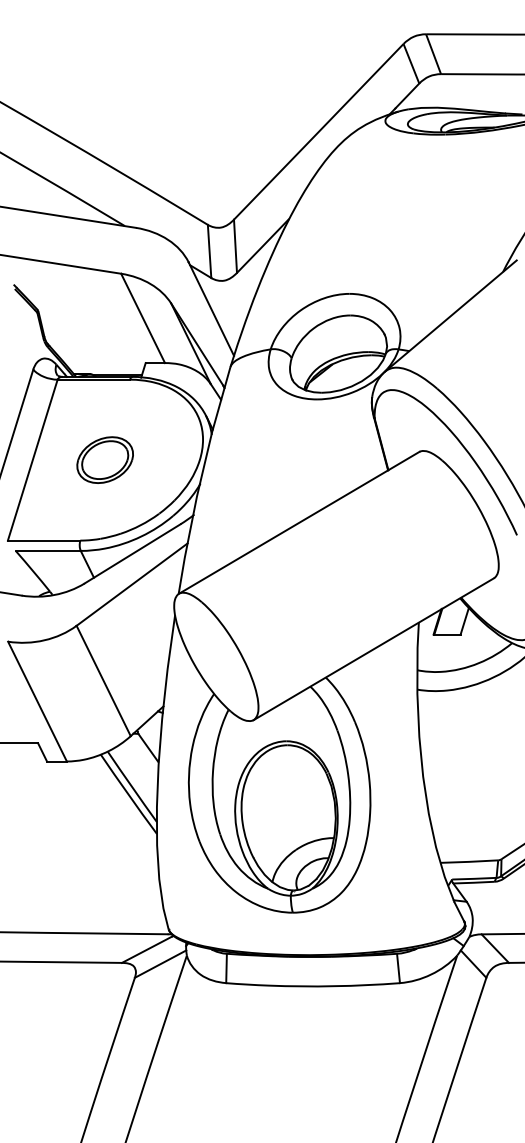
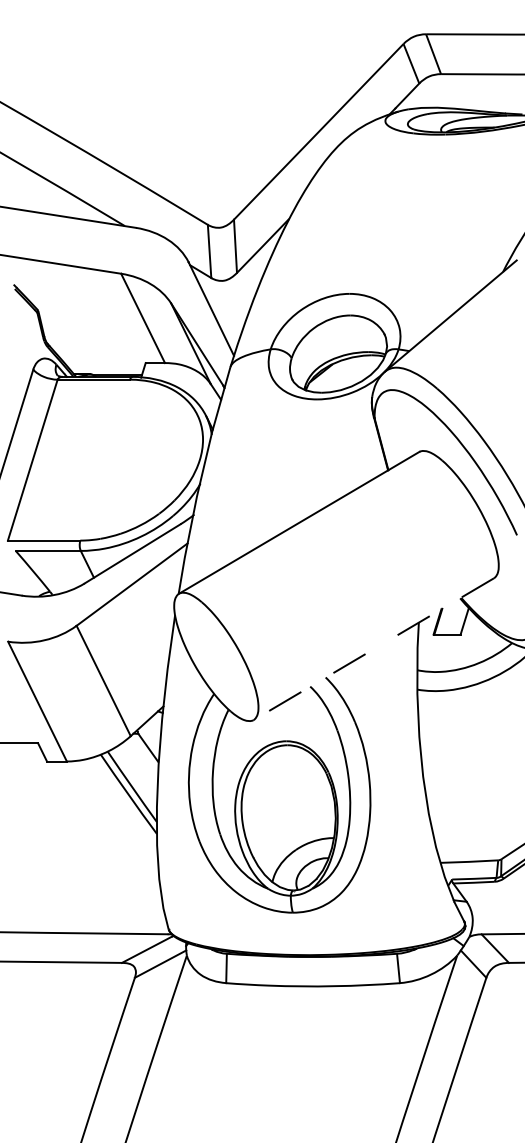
part at (104, 459): present -> none
line at (373, 649): solid -> dashed
